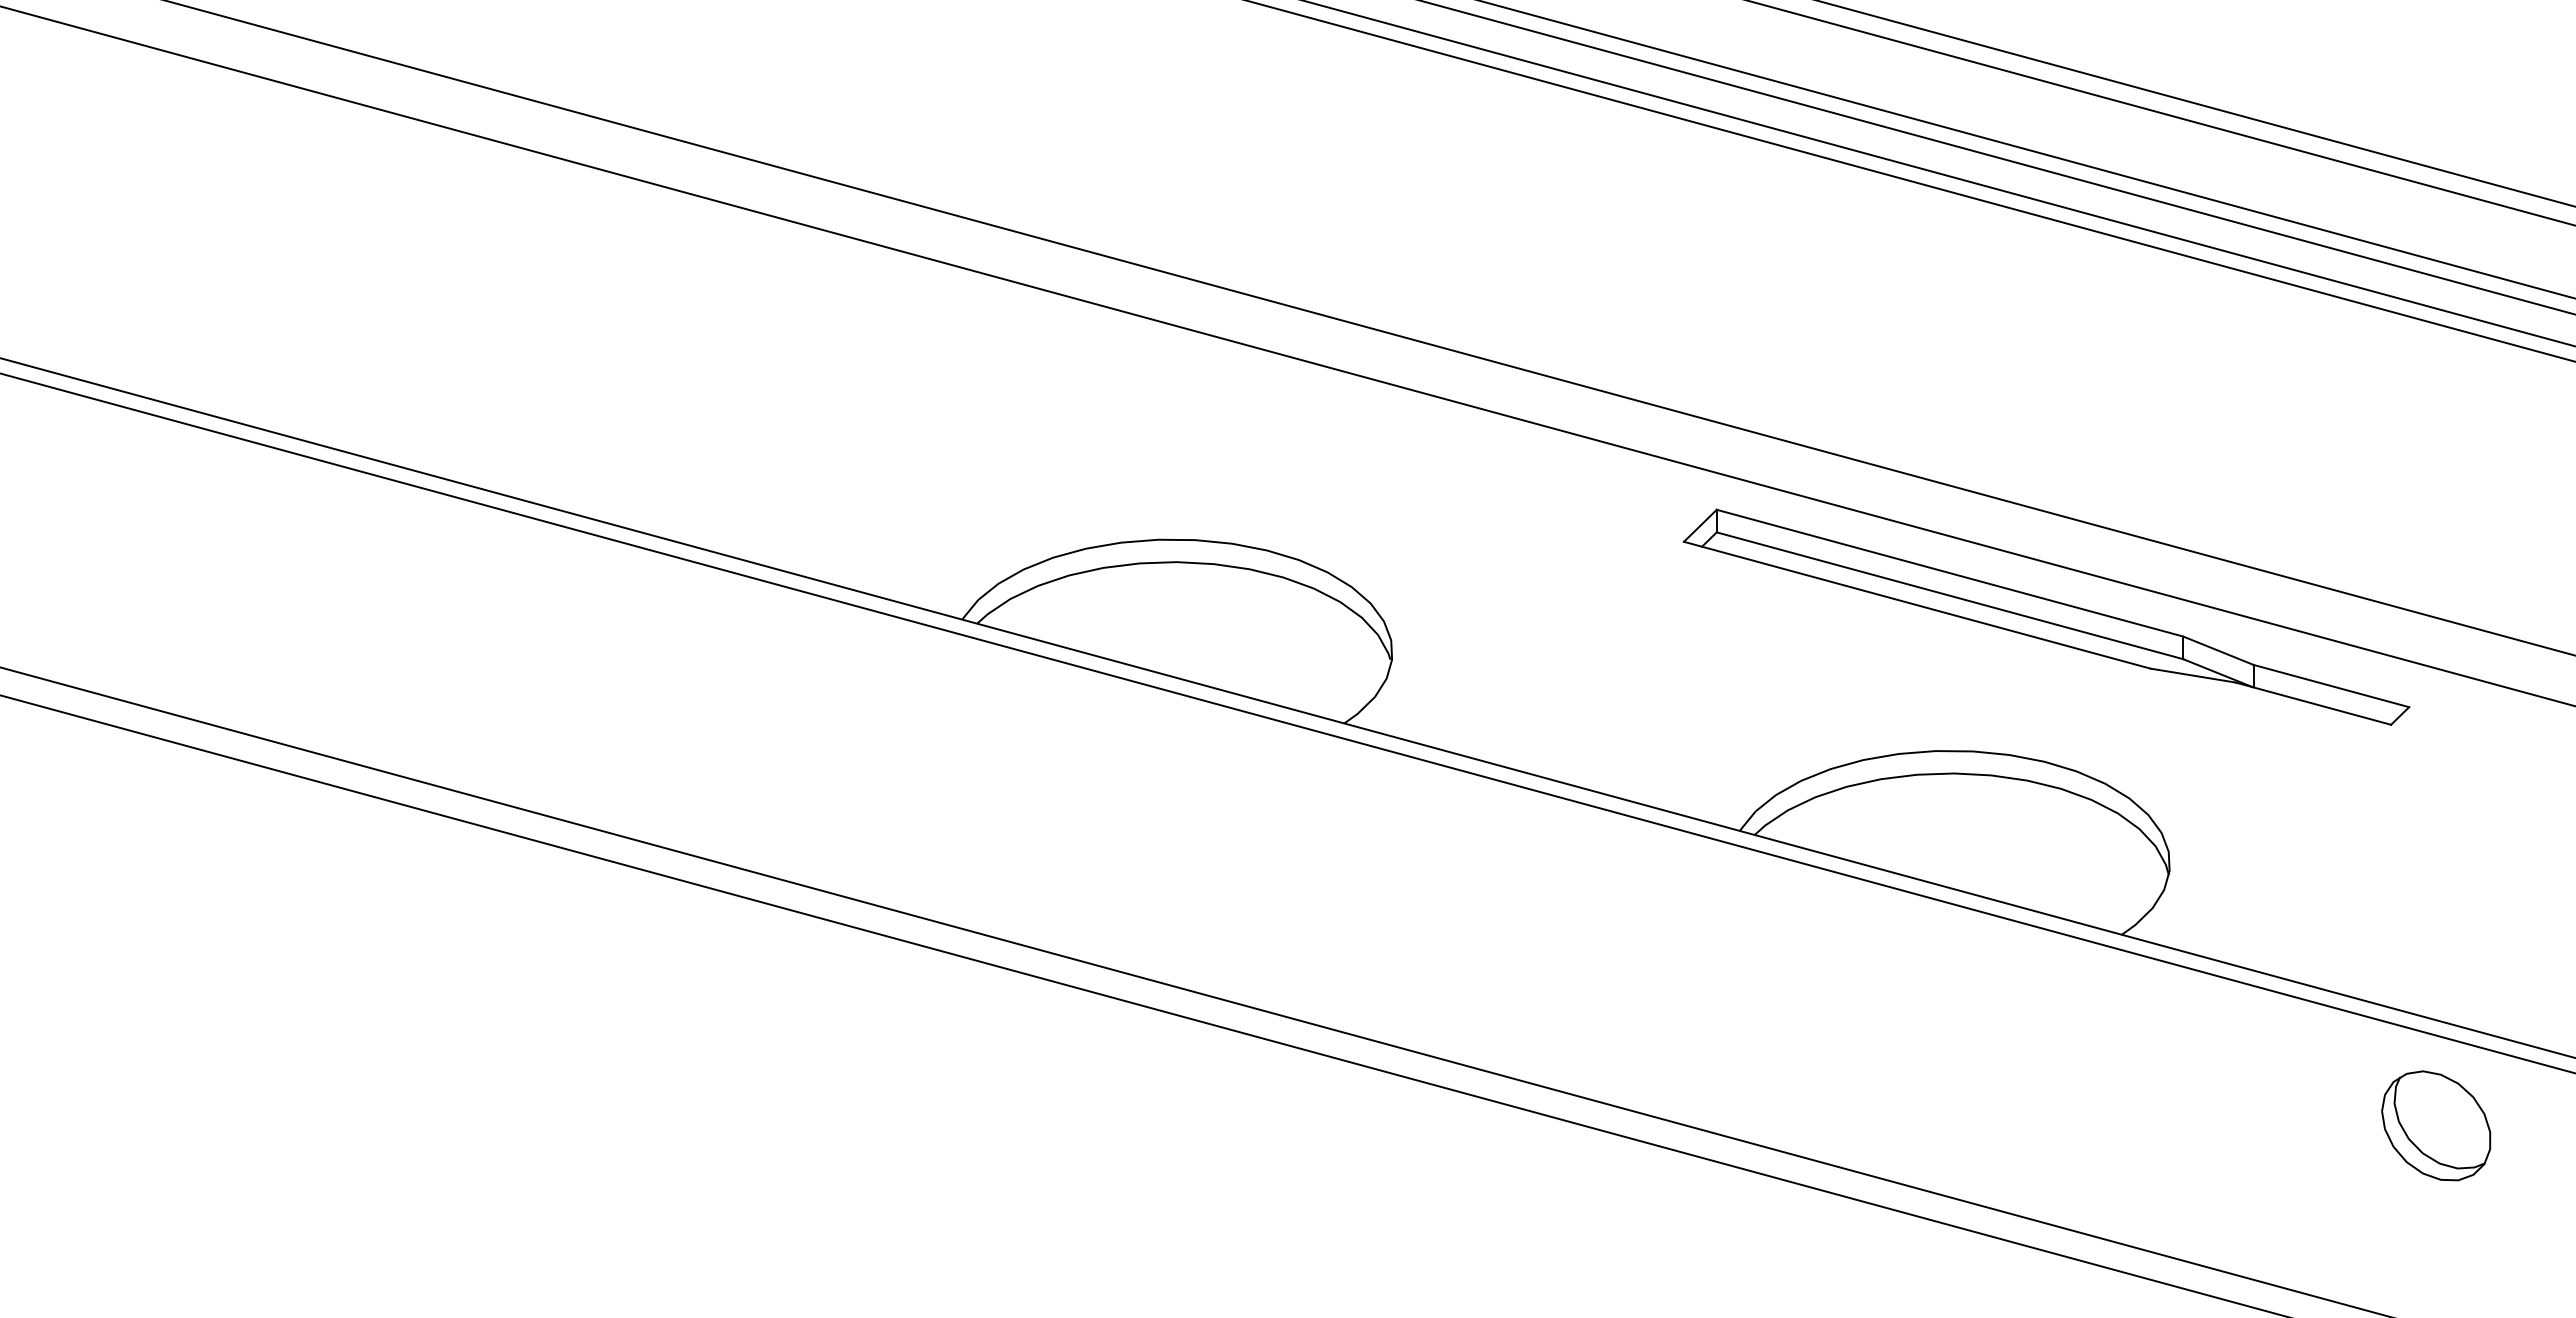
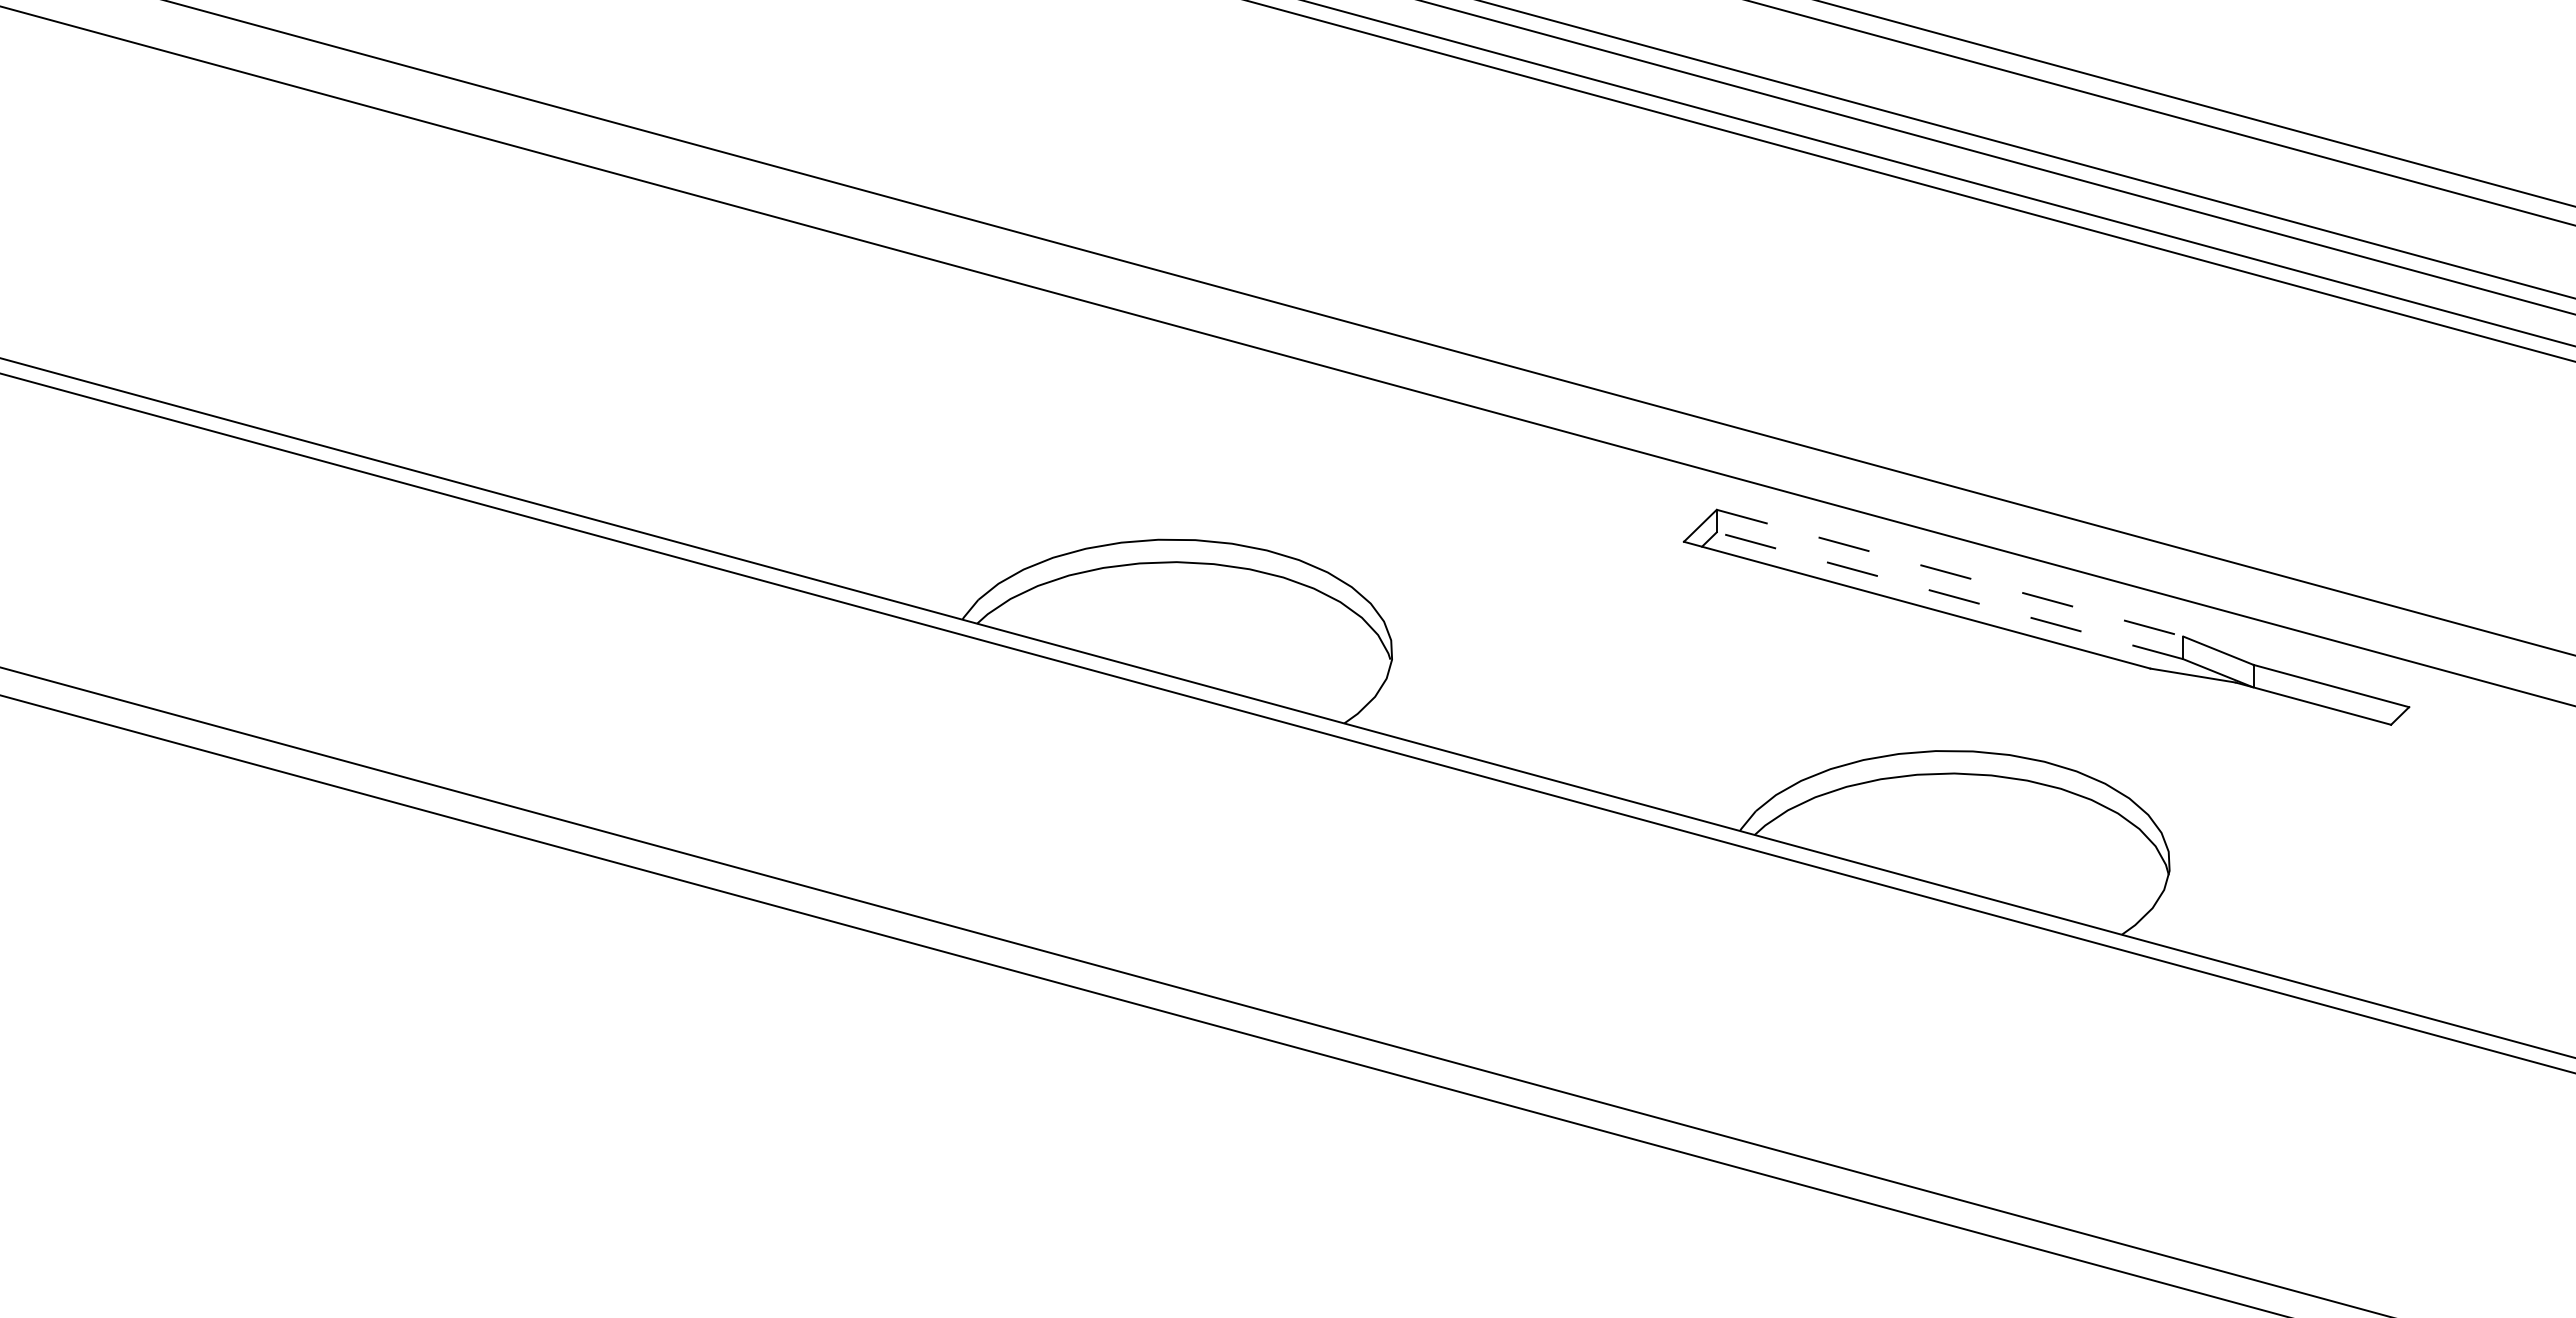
line at (1950, 573): solid -> dashed
line at (1950, 595): solid -> dashed
part at (2436, 1125): present -> none
